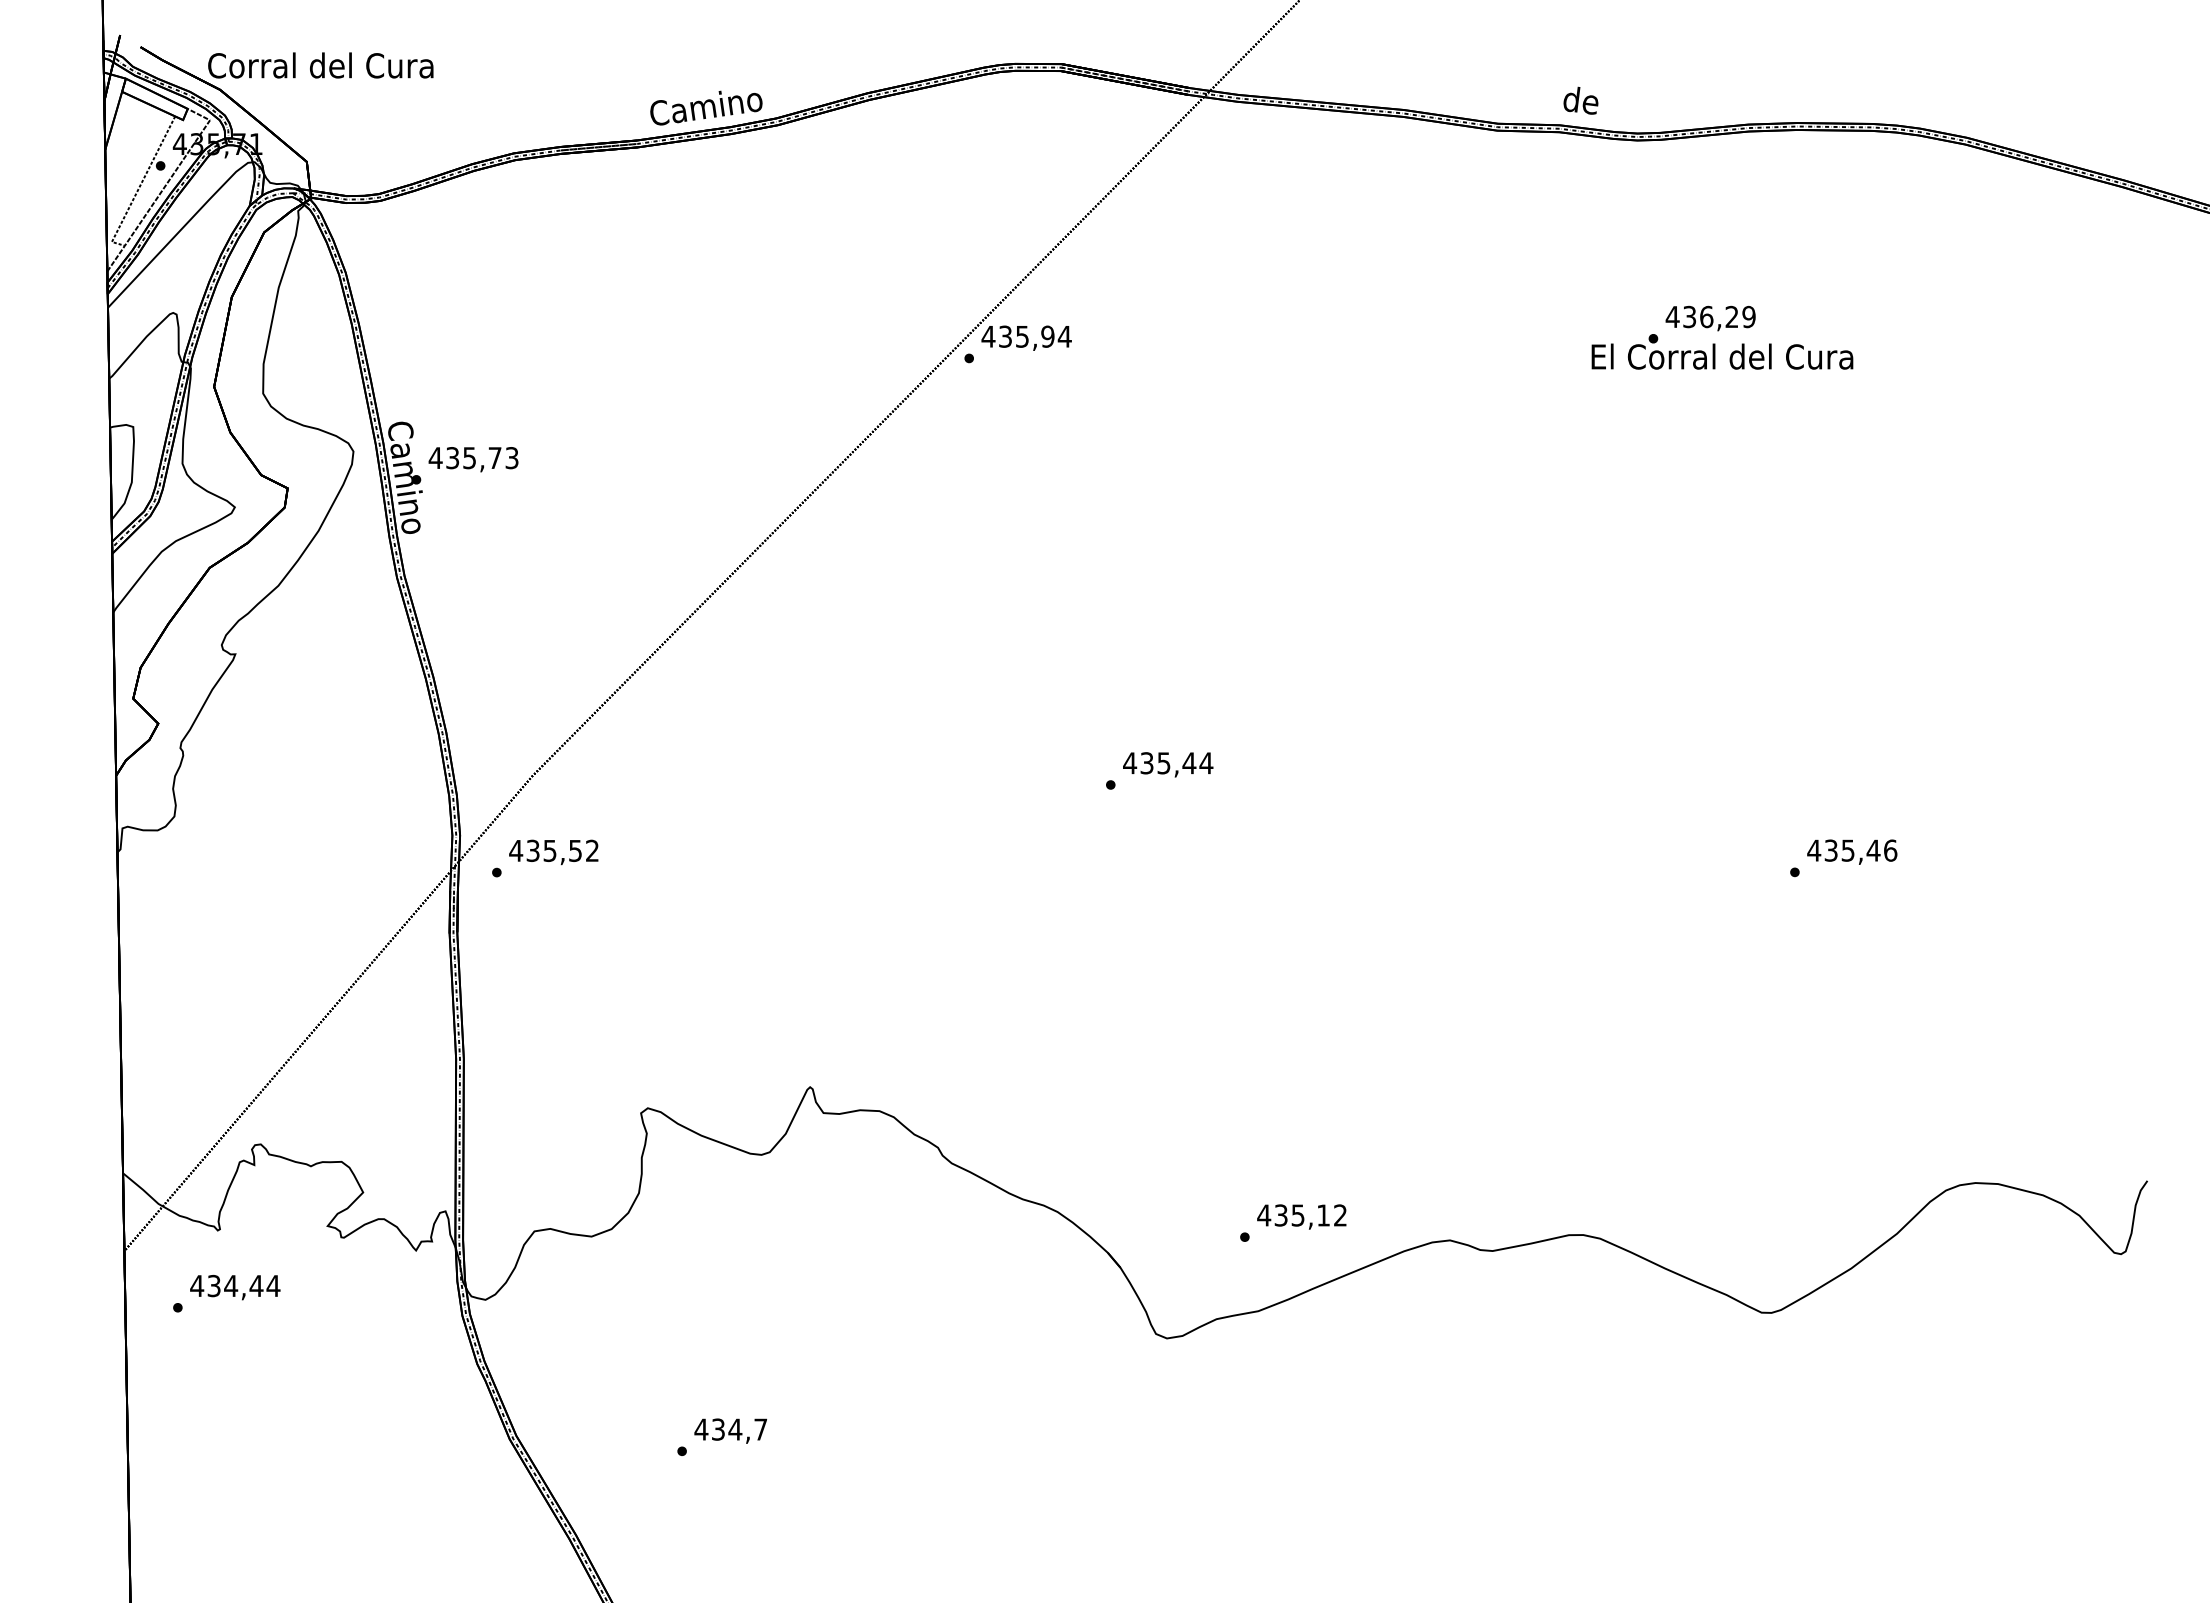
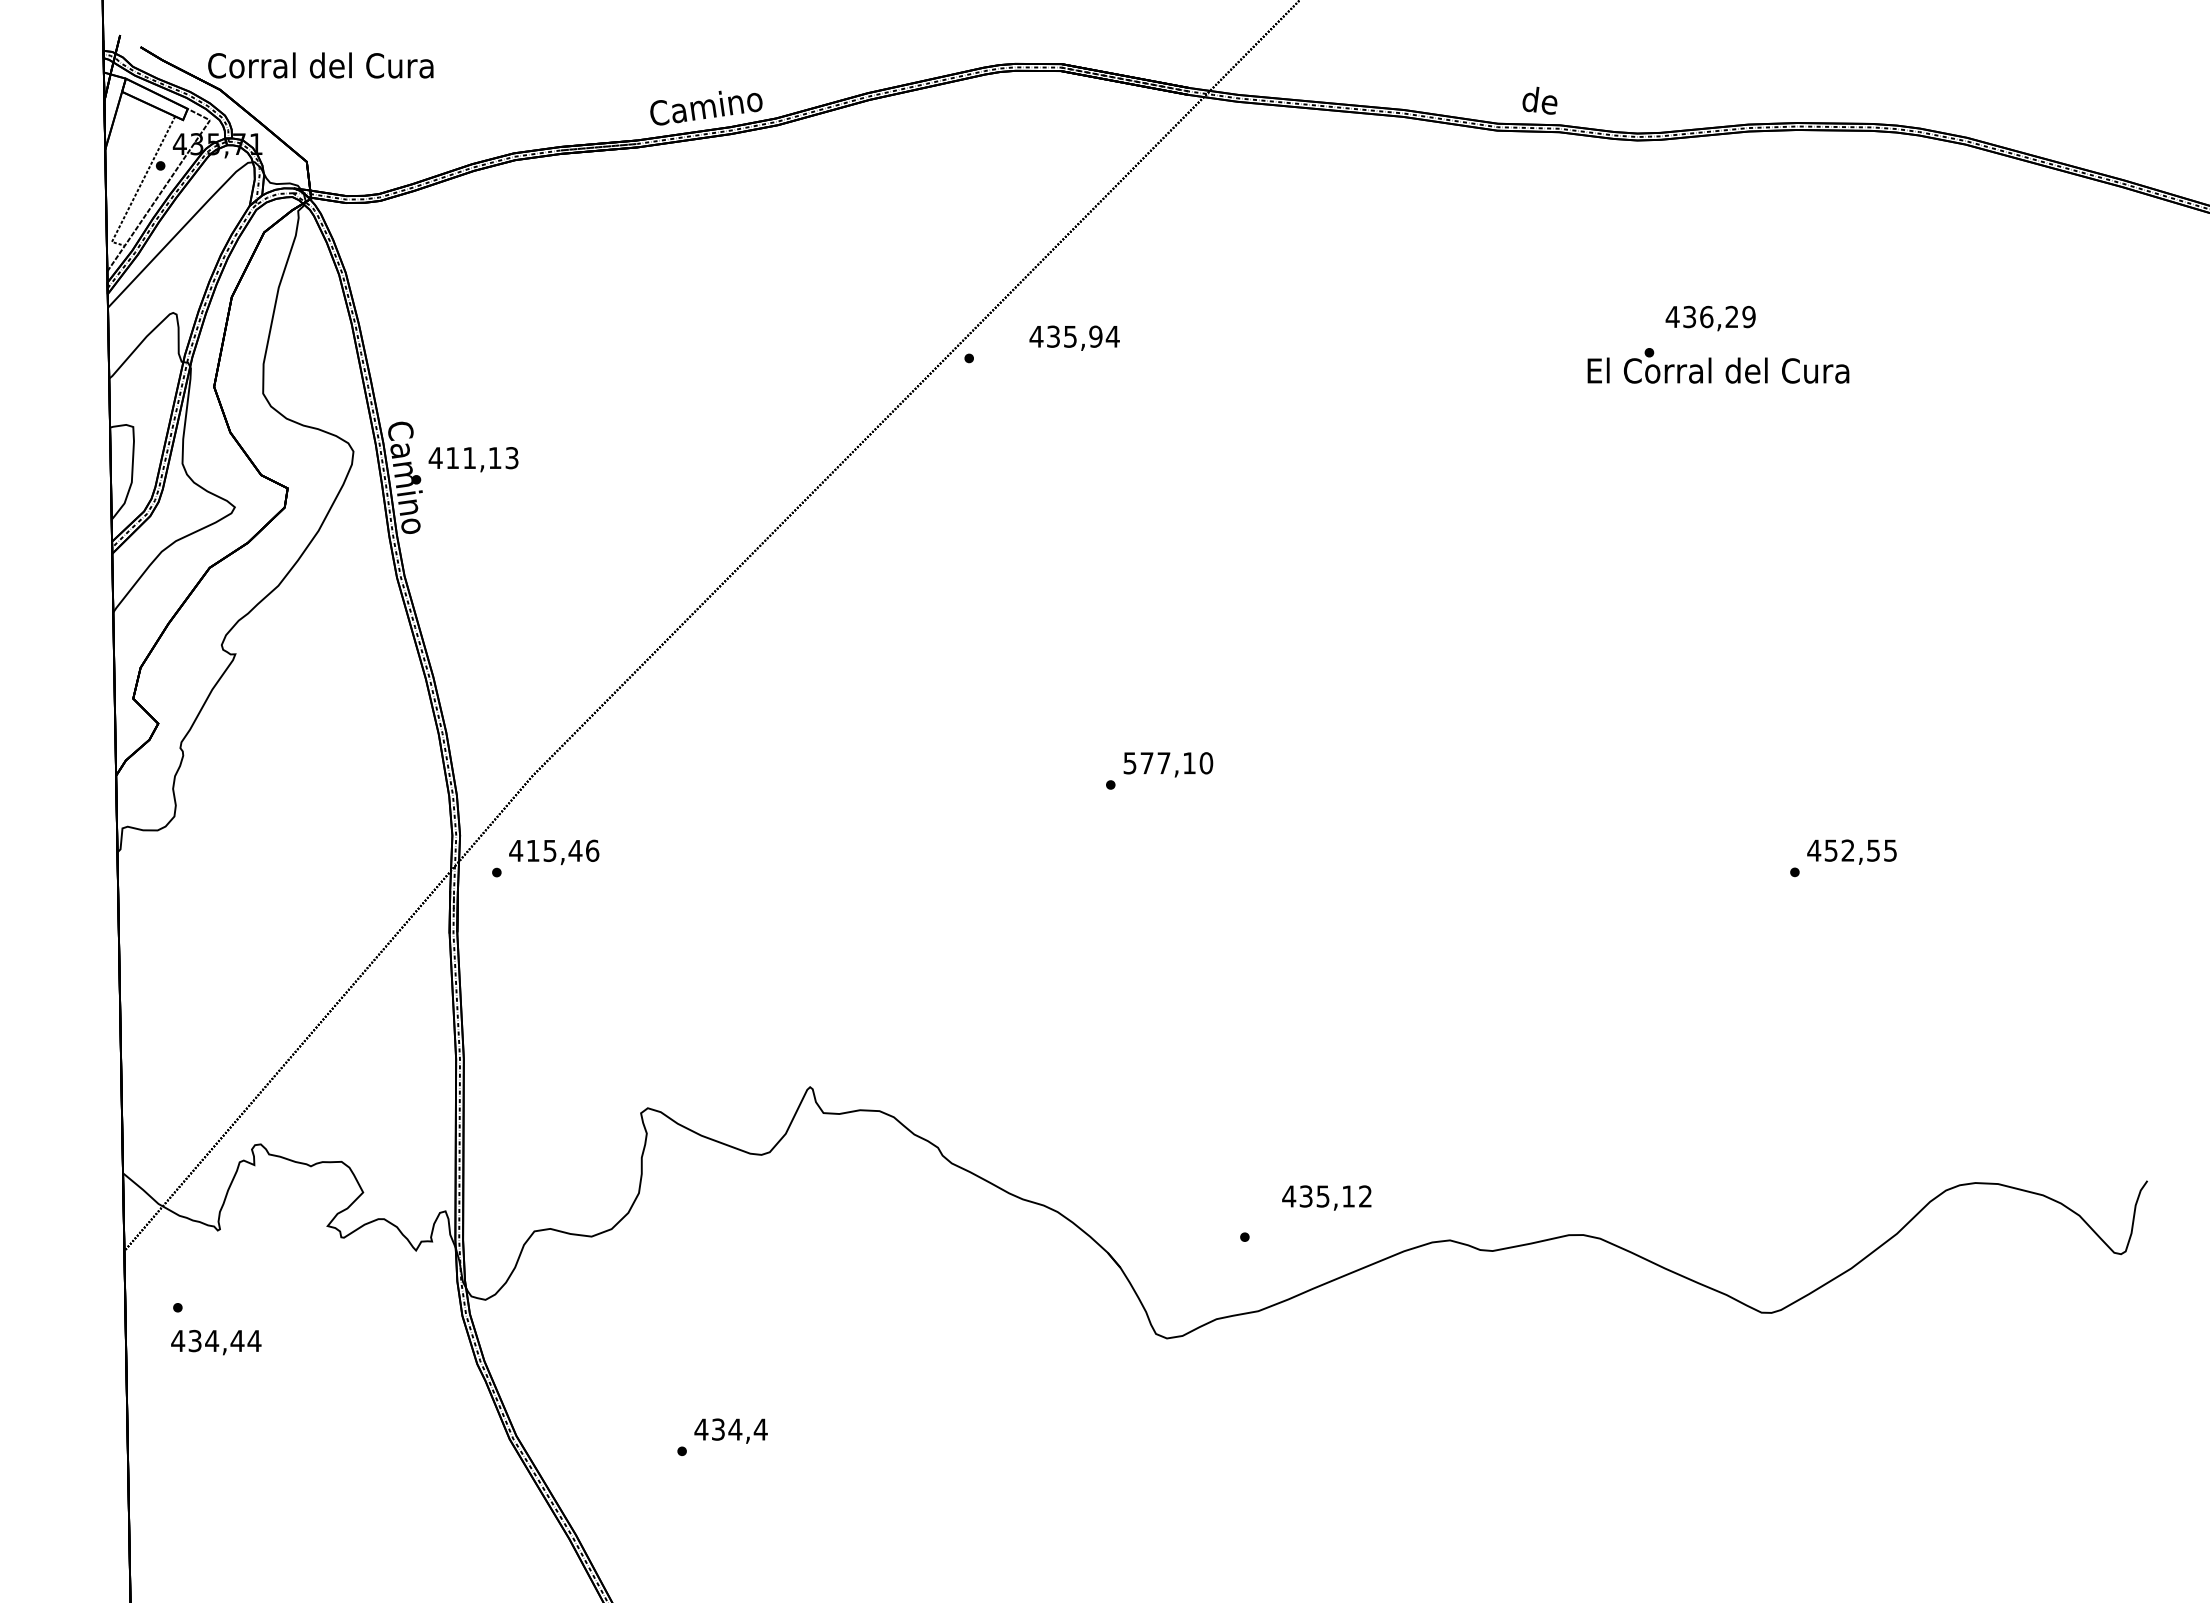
text at (1580, 100) position: (1580, 100) -> (1539, 100)
text at (1026, 337) position: (1026, 337) -> (1074, 337)
text at (1722, 351) position: (1722, 351) -> (1718, 365)
text at (473, 458): 435,73 -> 411,13
text at (1168, 763): 435,44 -> 577,10
text at (562, 850): 435,52 -> 415,46
text at (1861, 850): 435,46 -> 452,55
text at (1301, 1216) position: (1301, 1216) -> (1326, 1197)
text at (235, 1287) position: (235, 1287) -> (216, 1342)
text at (760, 1429): 434,7 -> 434,4
